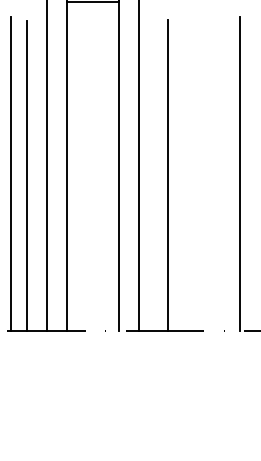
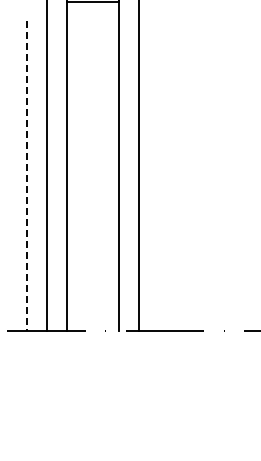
line at (10, 174): present -> none
line at (240, 174): present -> none
line at (168, 175): present -> none
line at (27, 176): solid -> dashed
